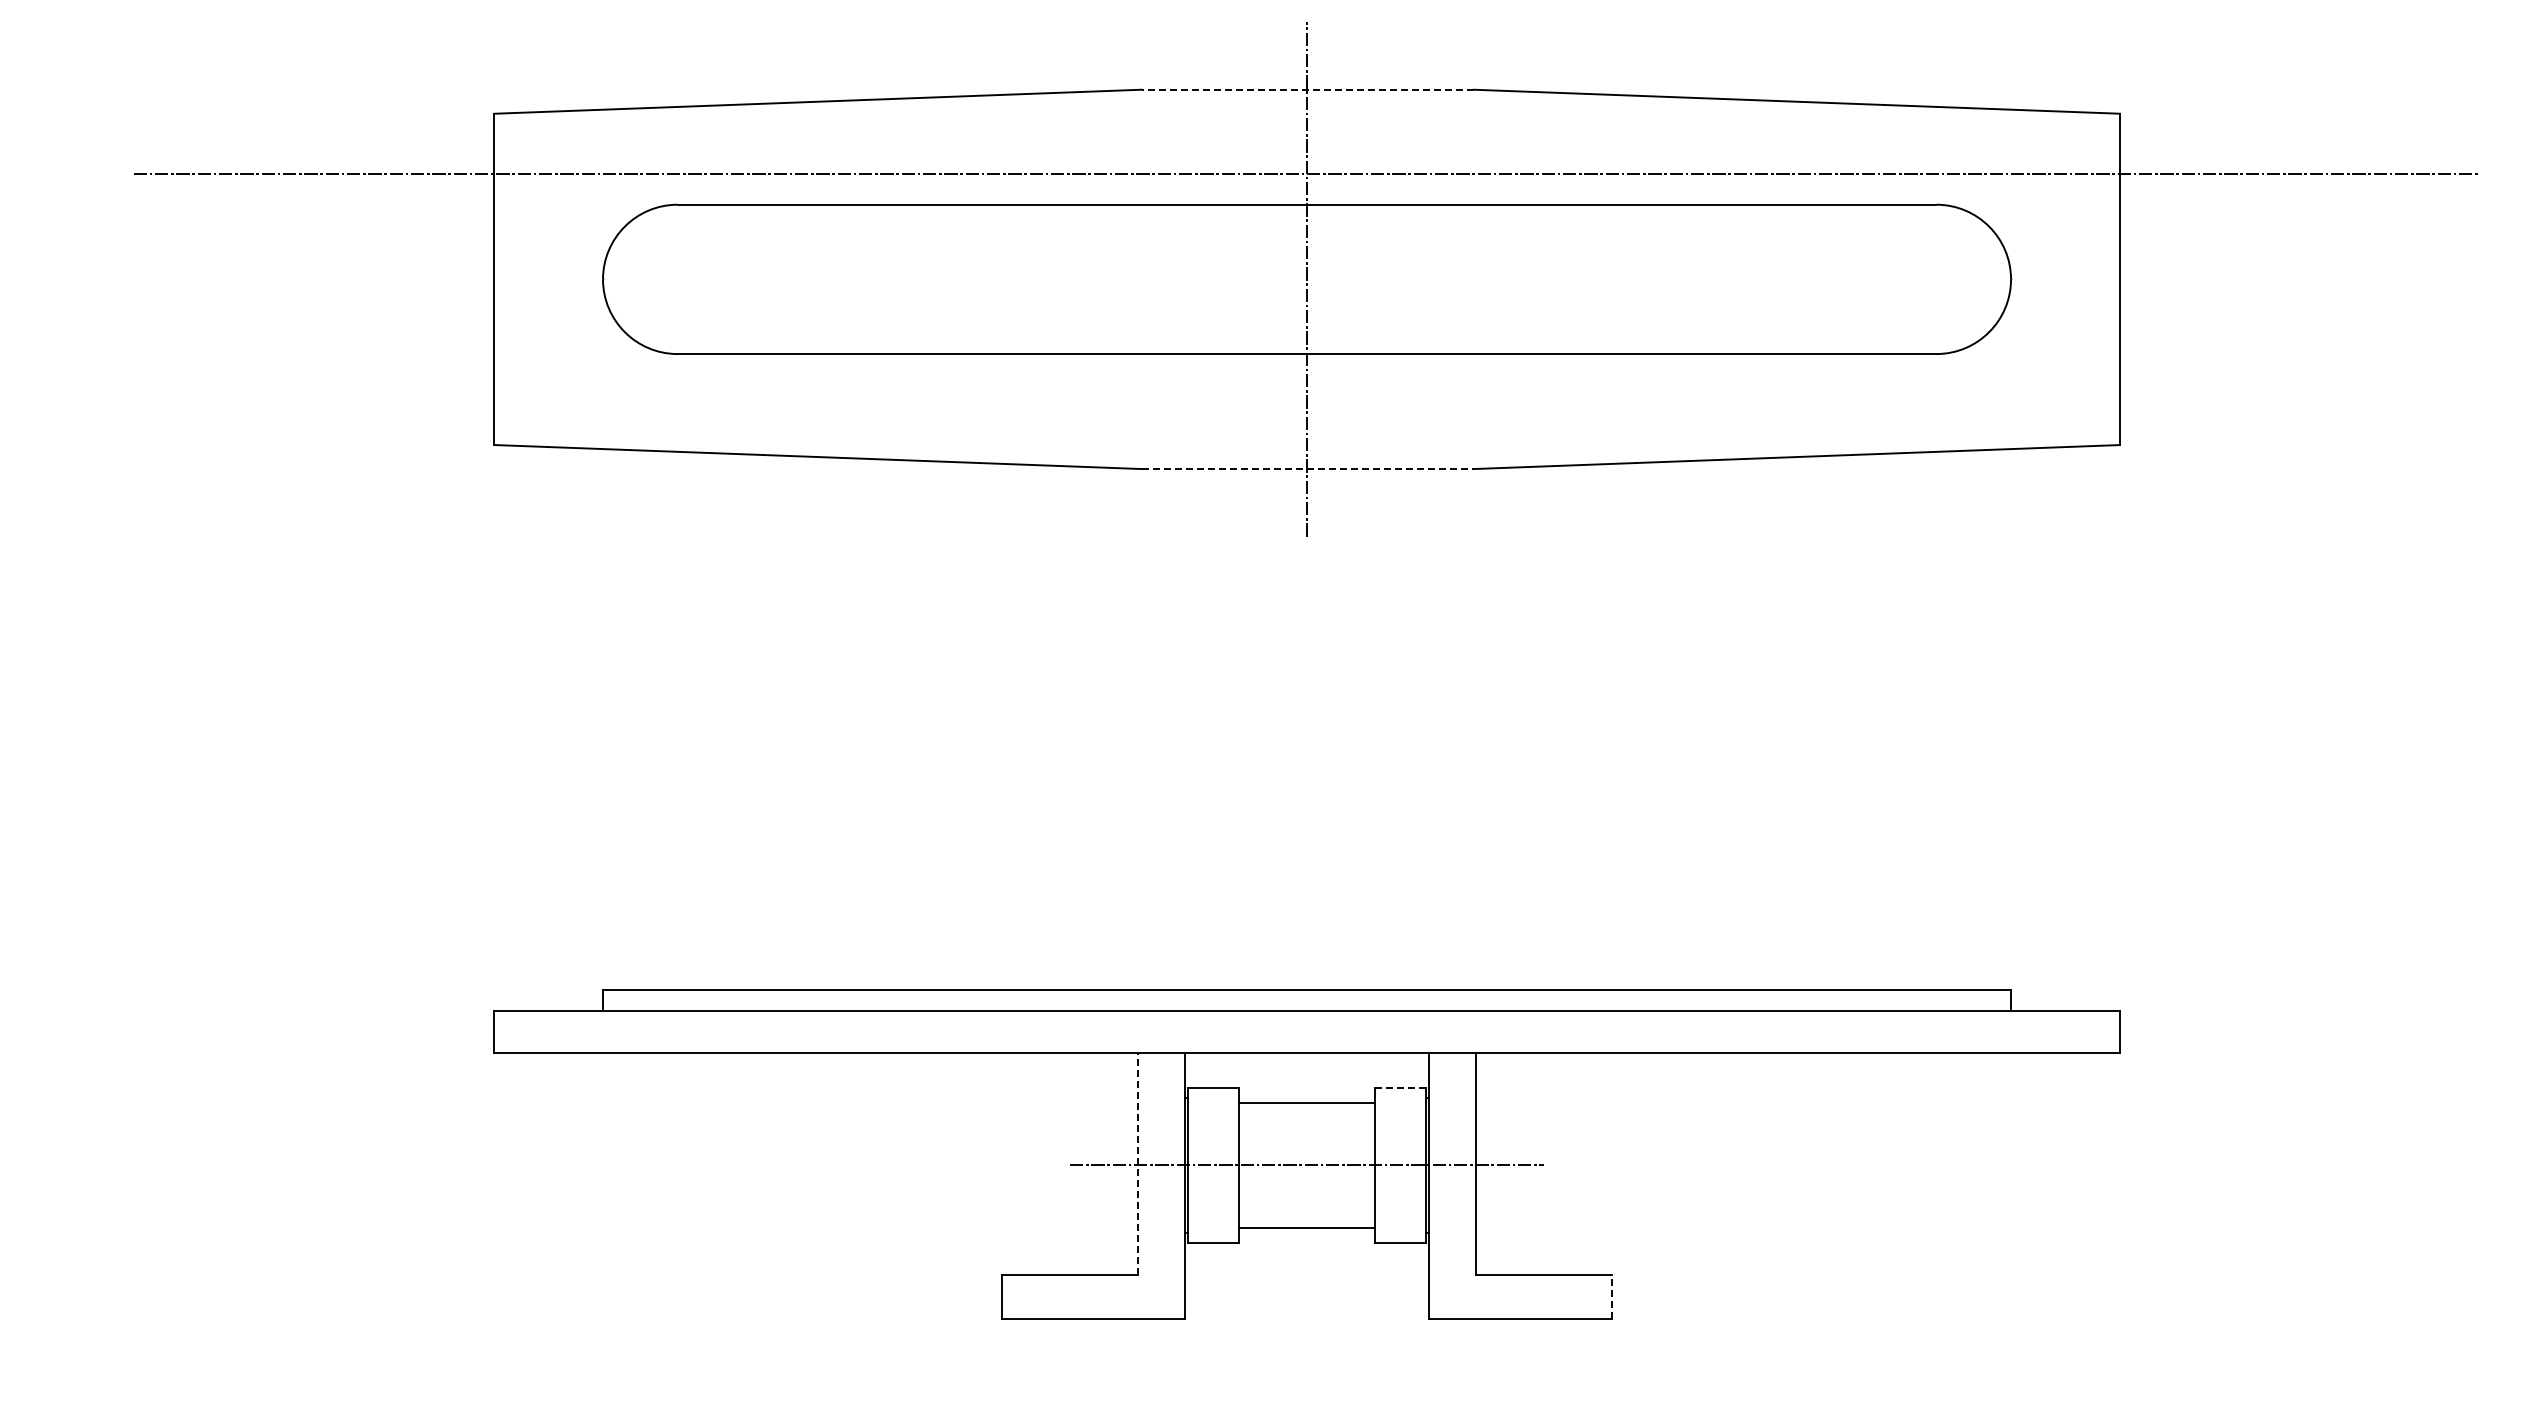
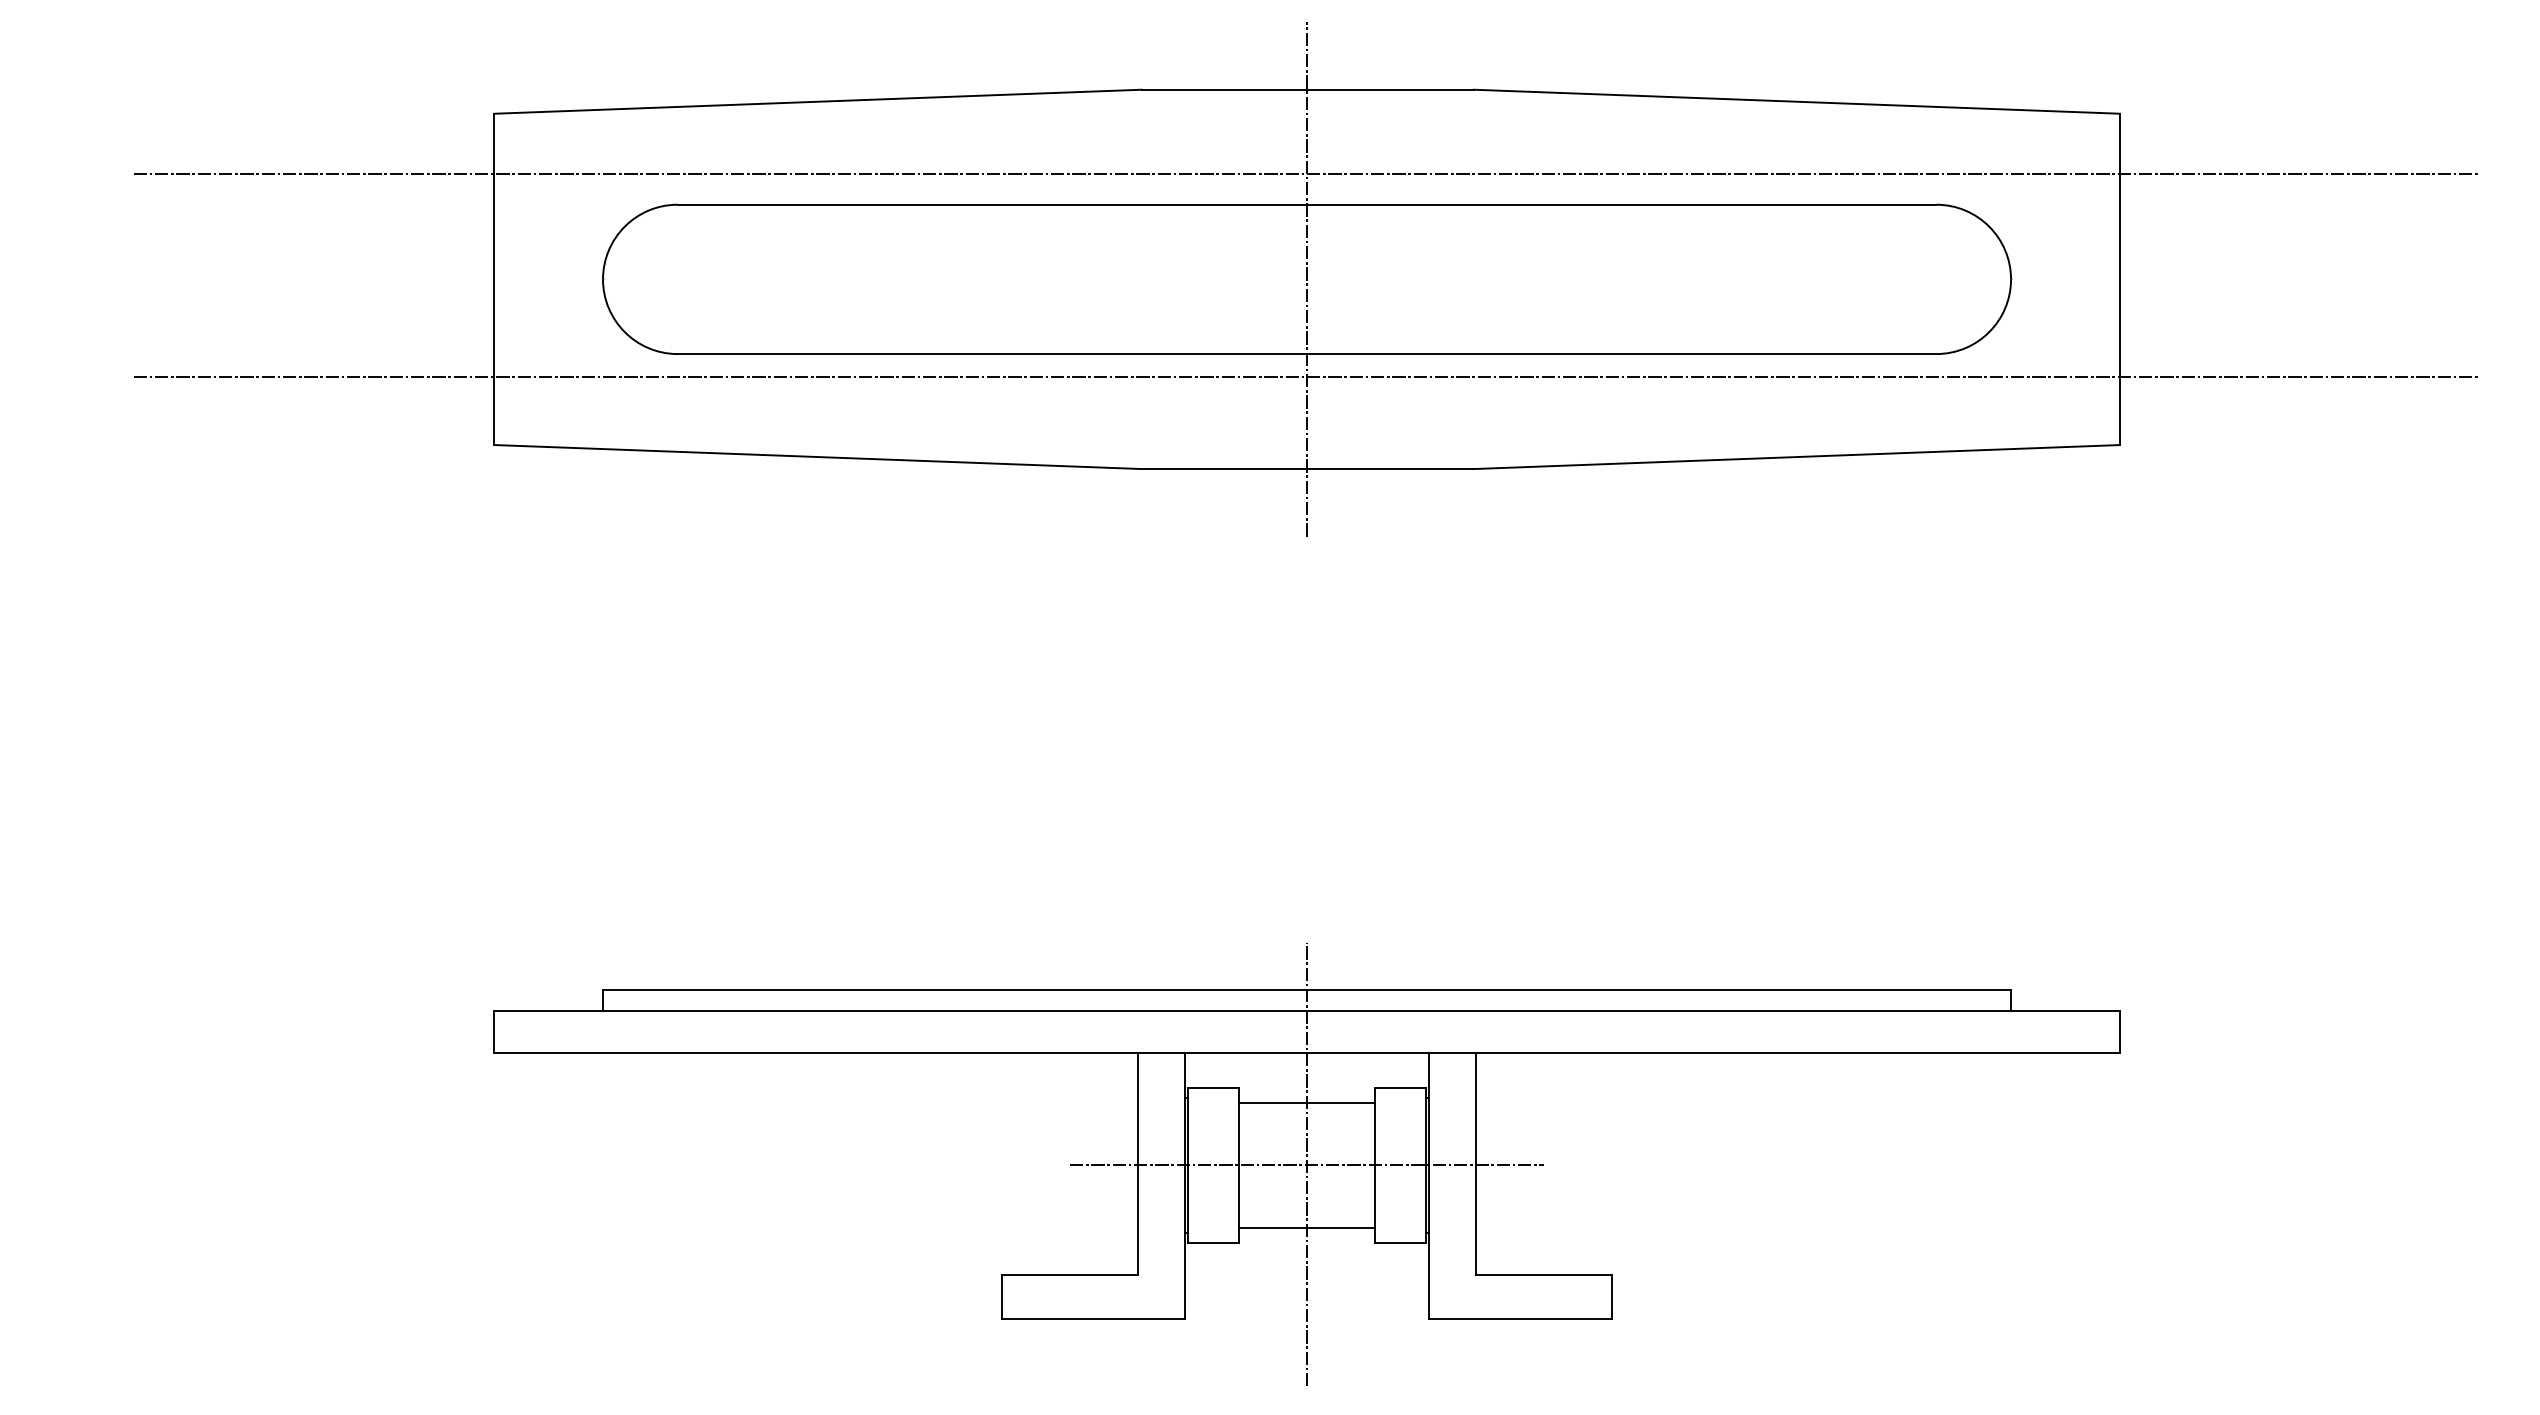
line at (1307, 89): dashed -> solid
line at (1306, 376): none -> present
line at (1307, 469): dashed -> solid
line at (1400, 1088): dashed -> solid
line at (1137, 1163): dashed -> solid
line at (1307, 1164): none -> present
line at (1611, 1297): dashed -> solid
